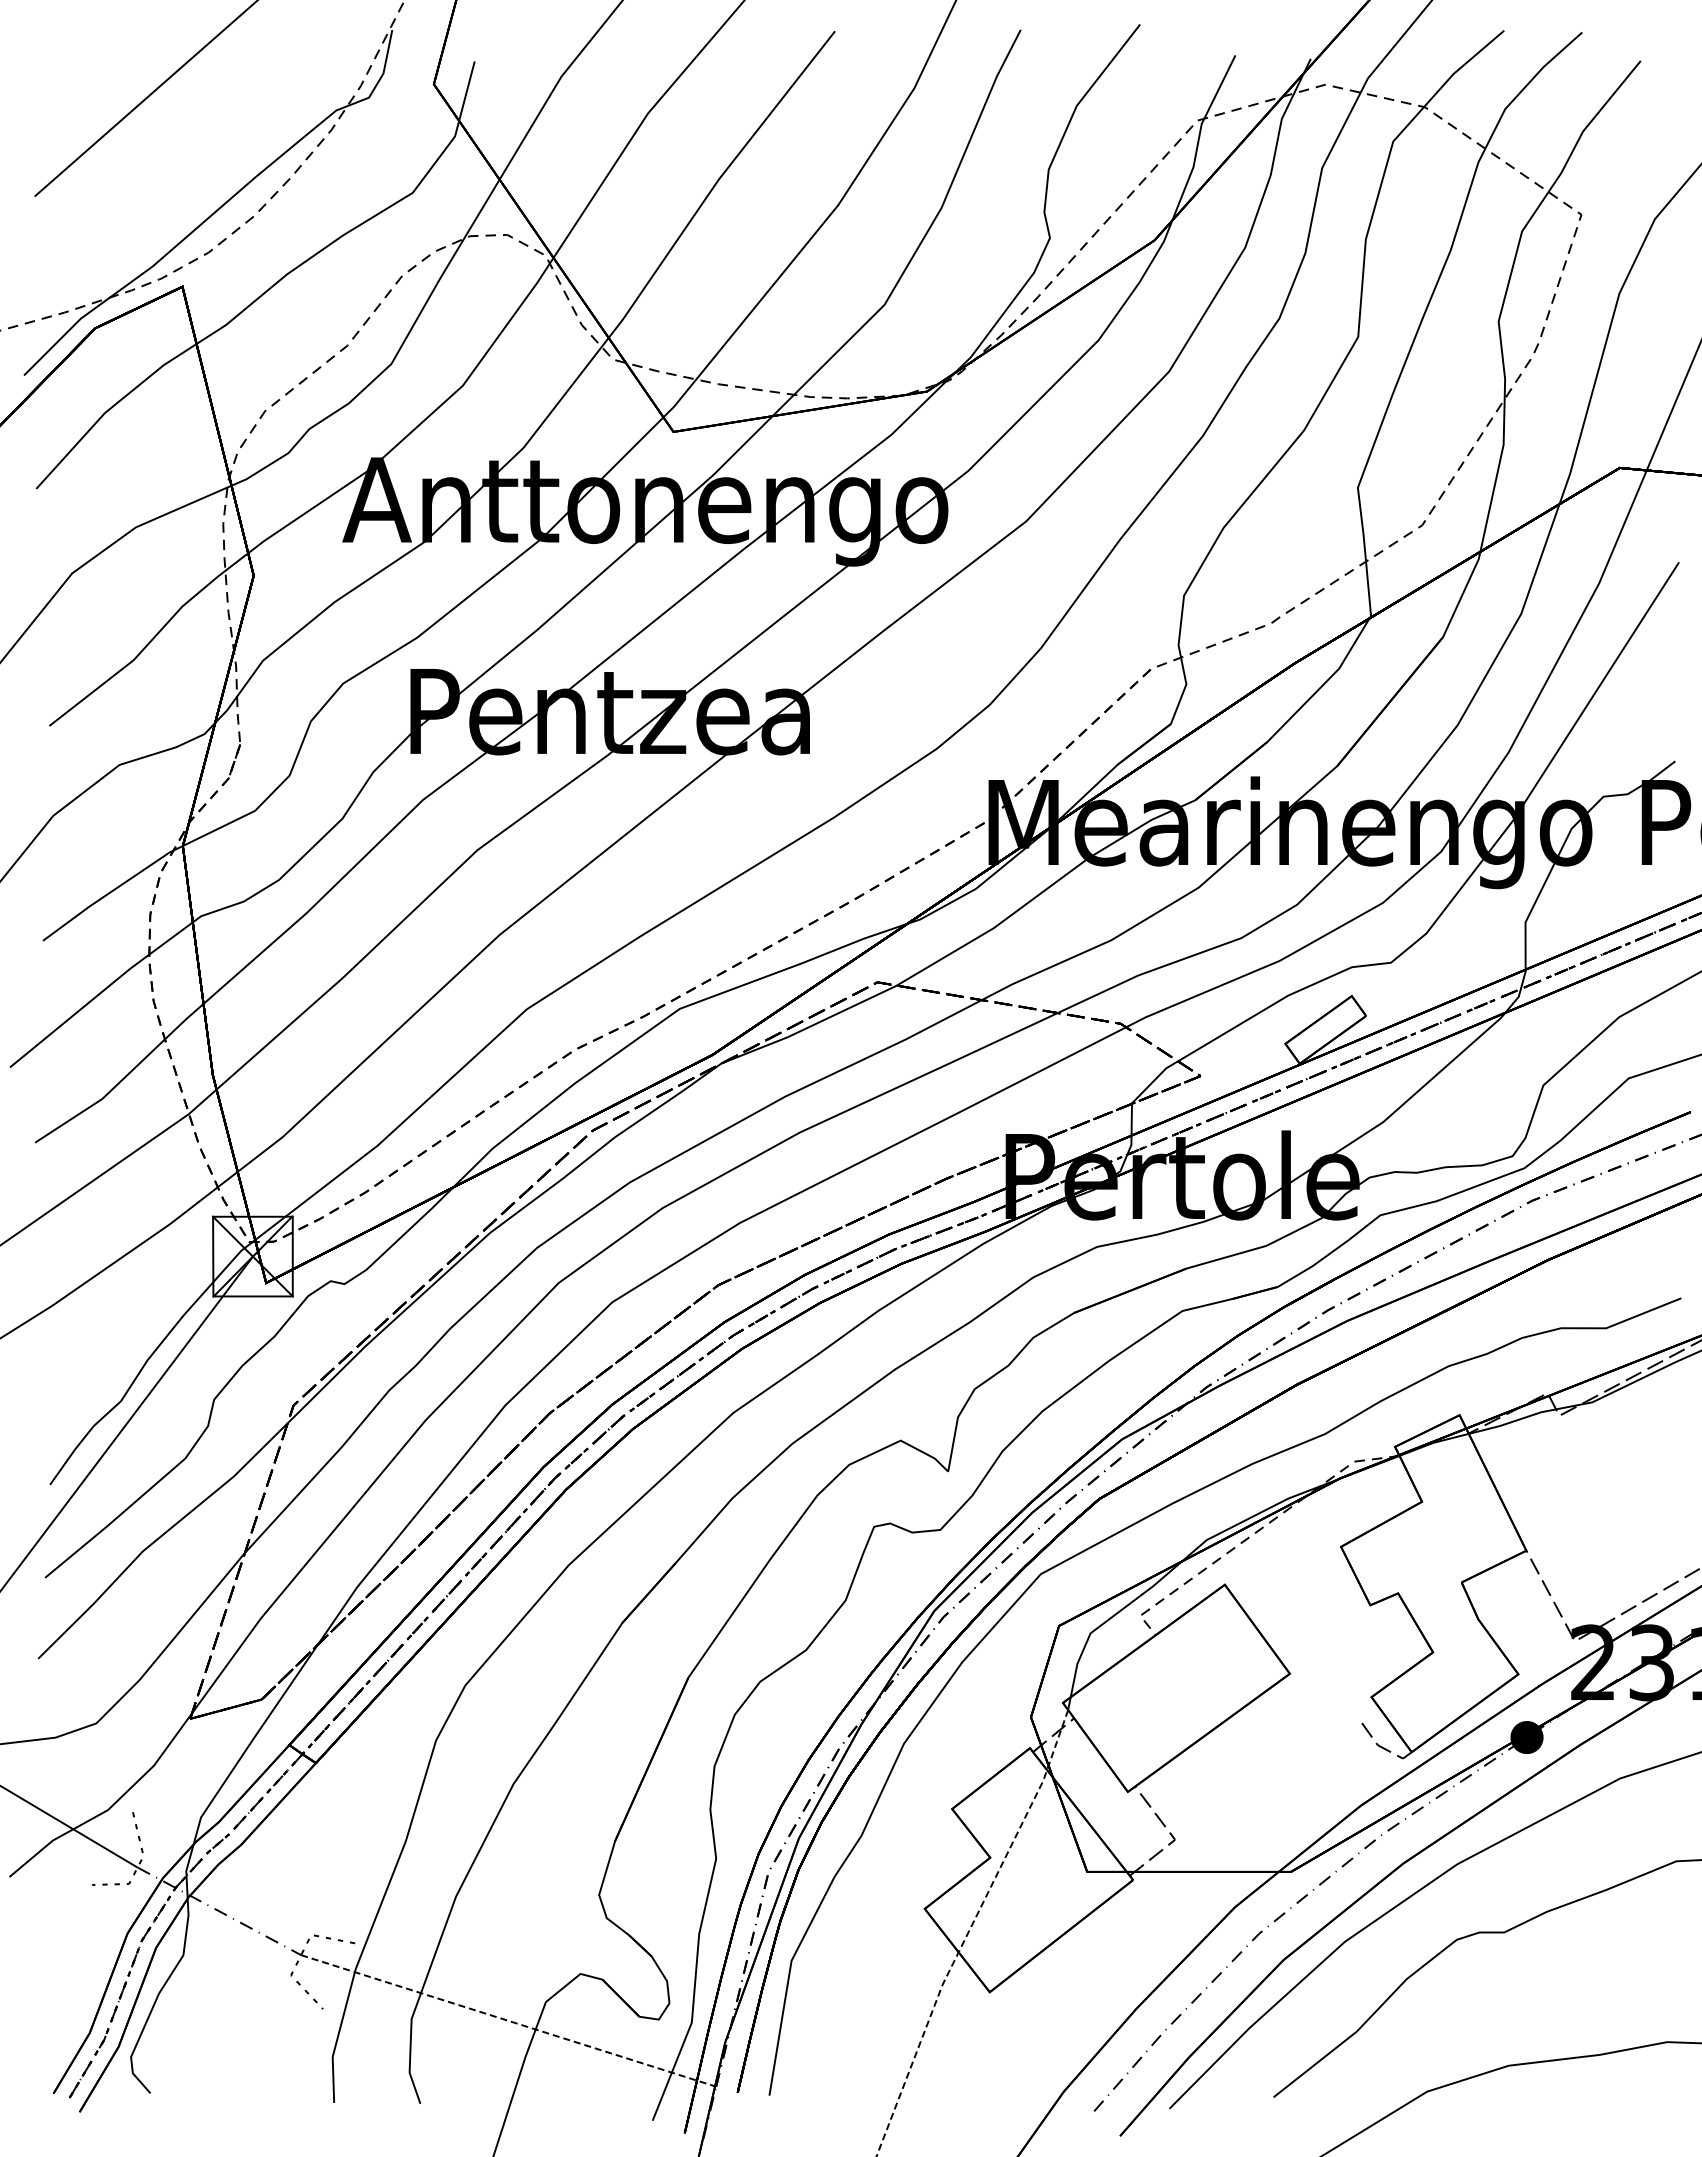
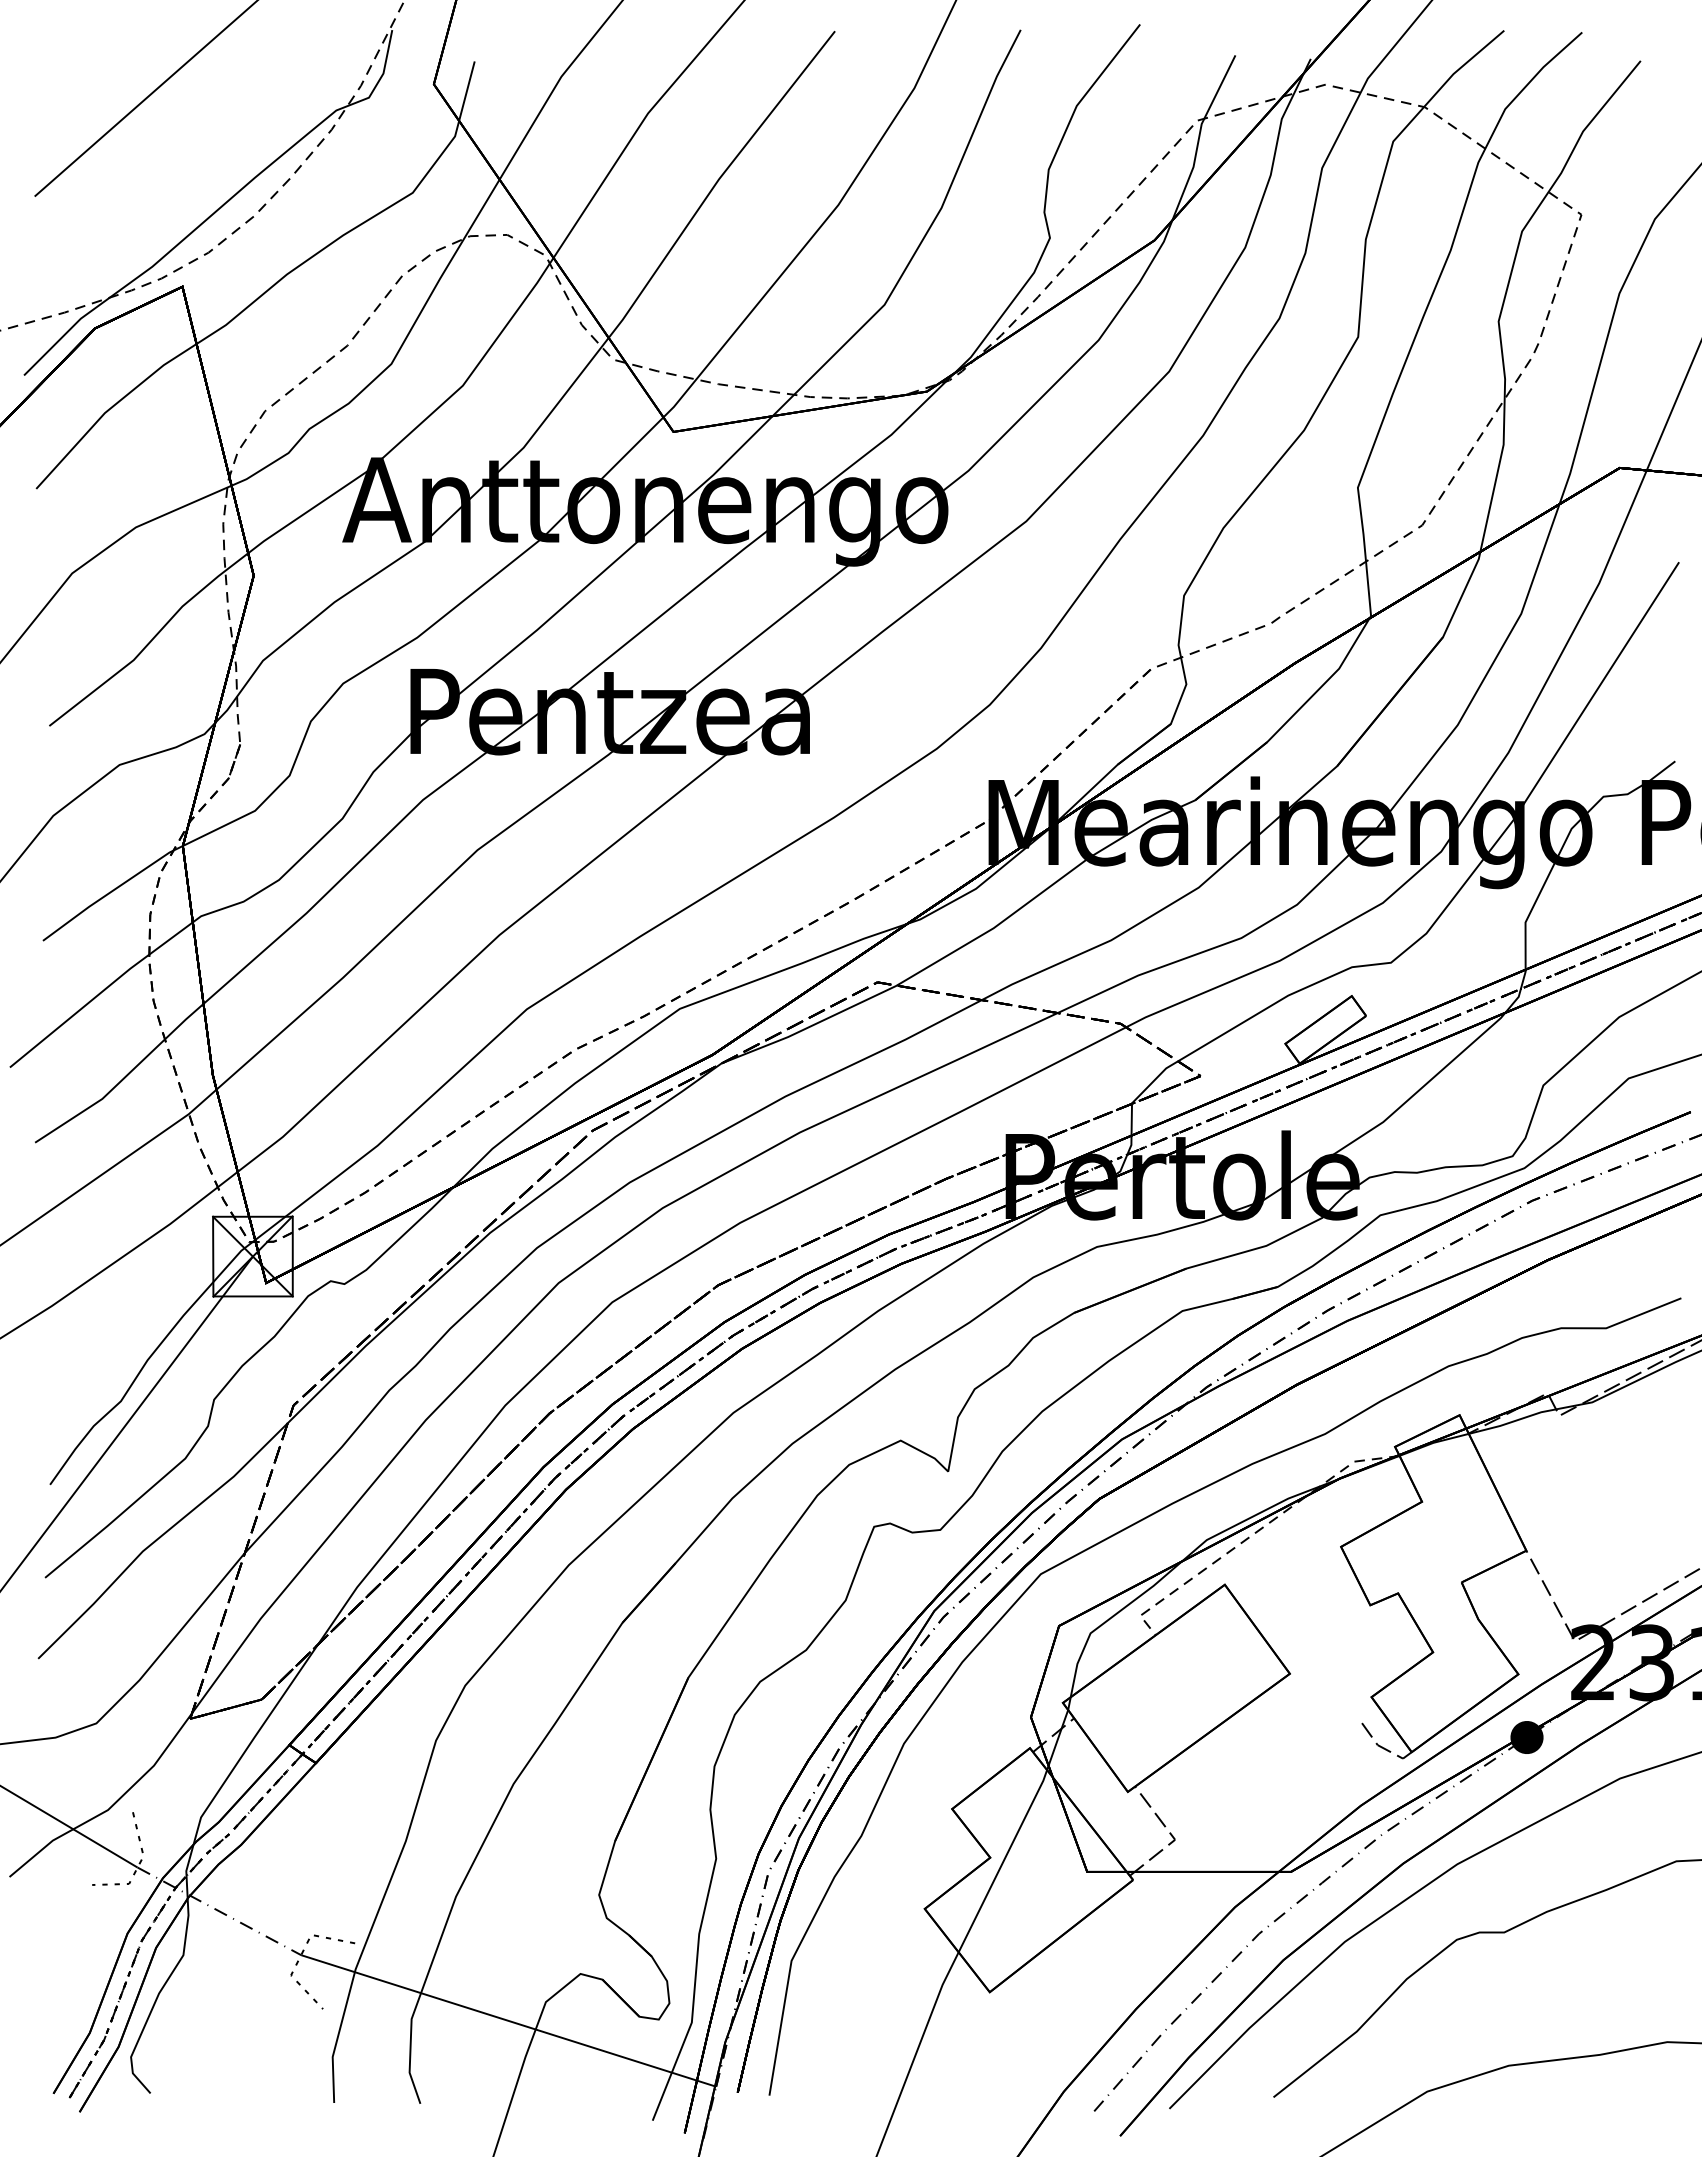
line at (968, 1932): dashed -> solid
line at (508, 2020): dashed -> solid
